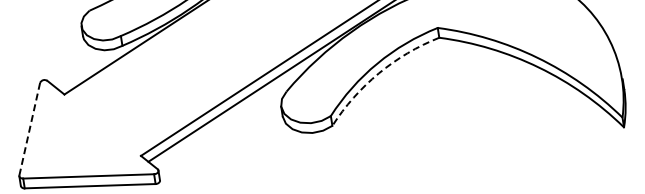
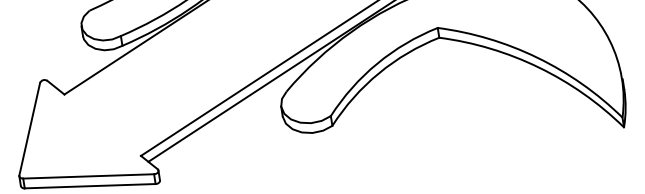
arc at (378, 73): dashed -> solid
line at (29, 129): dashed -> solid
